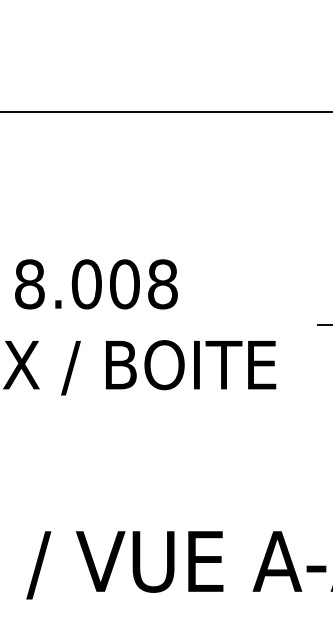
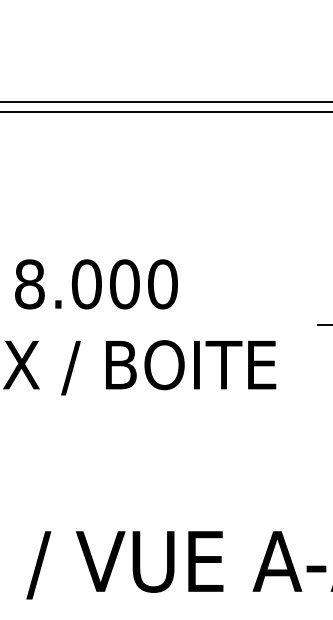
line at (165, 101): none -> present
text at (162, 284): 8.008 -> 8.000
